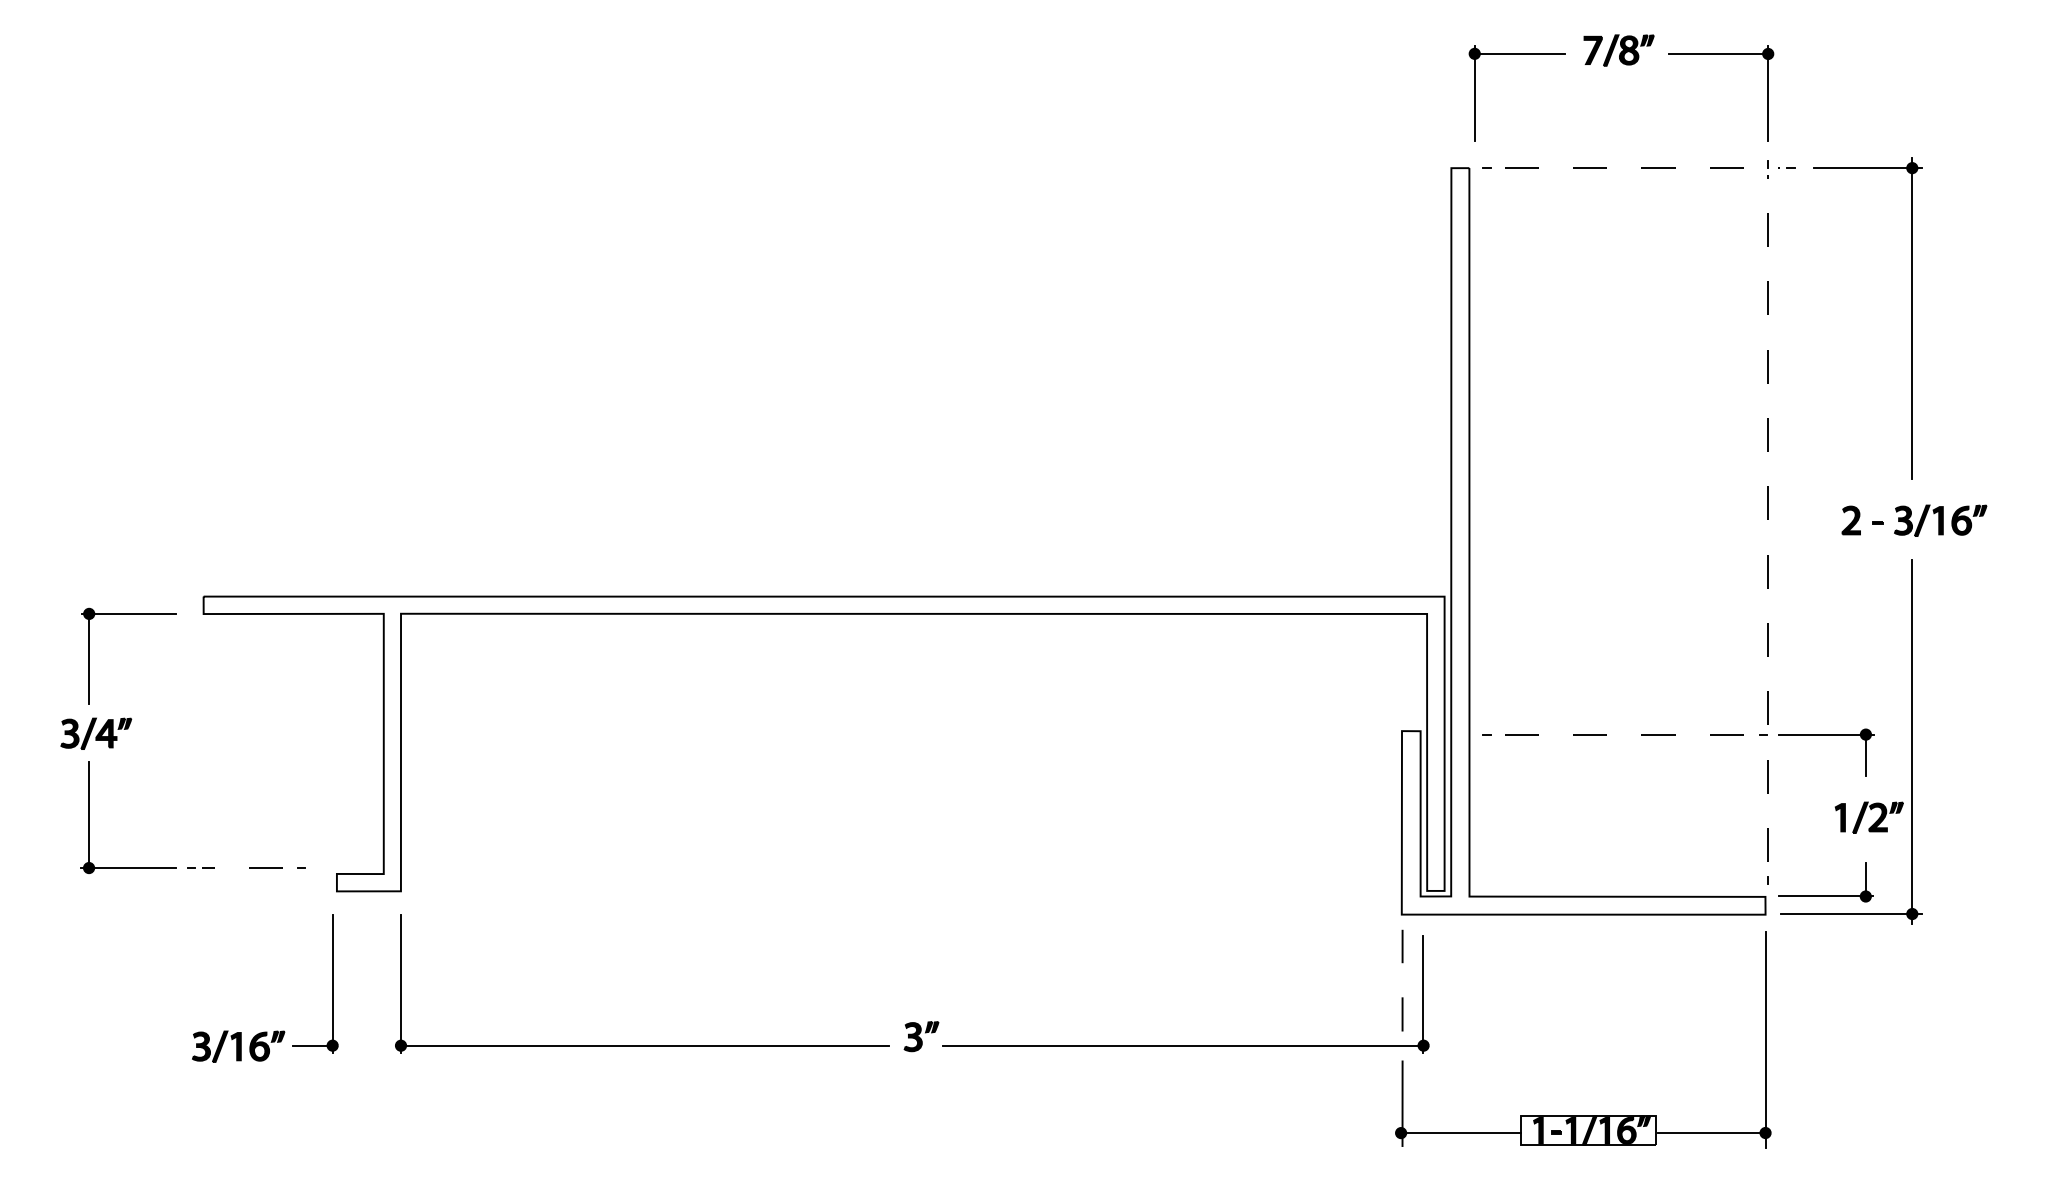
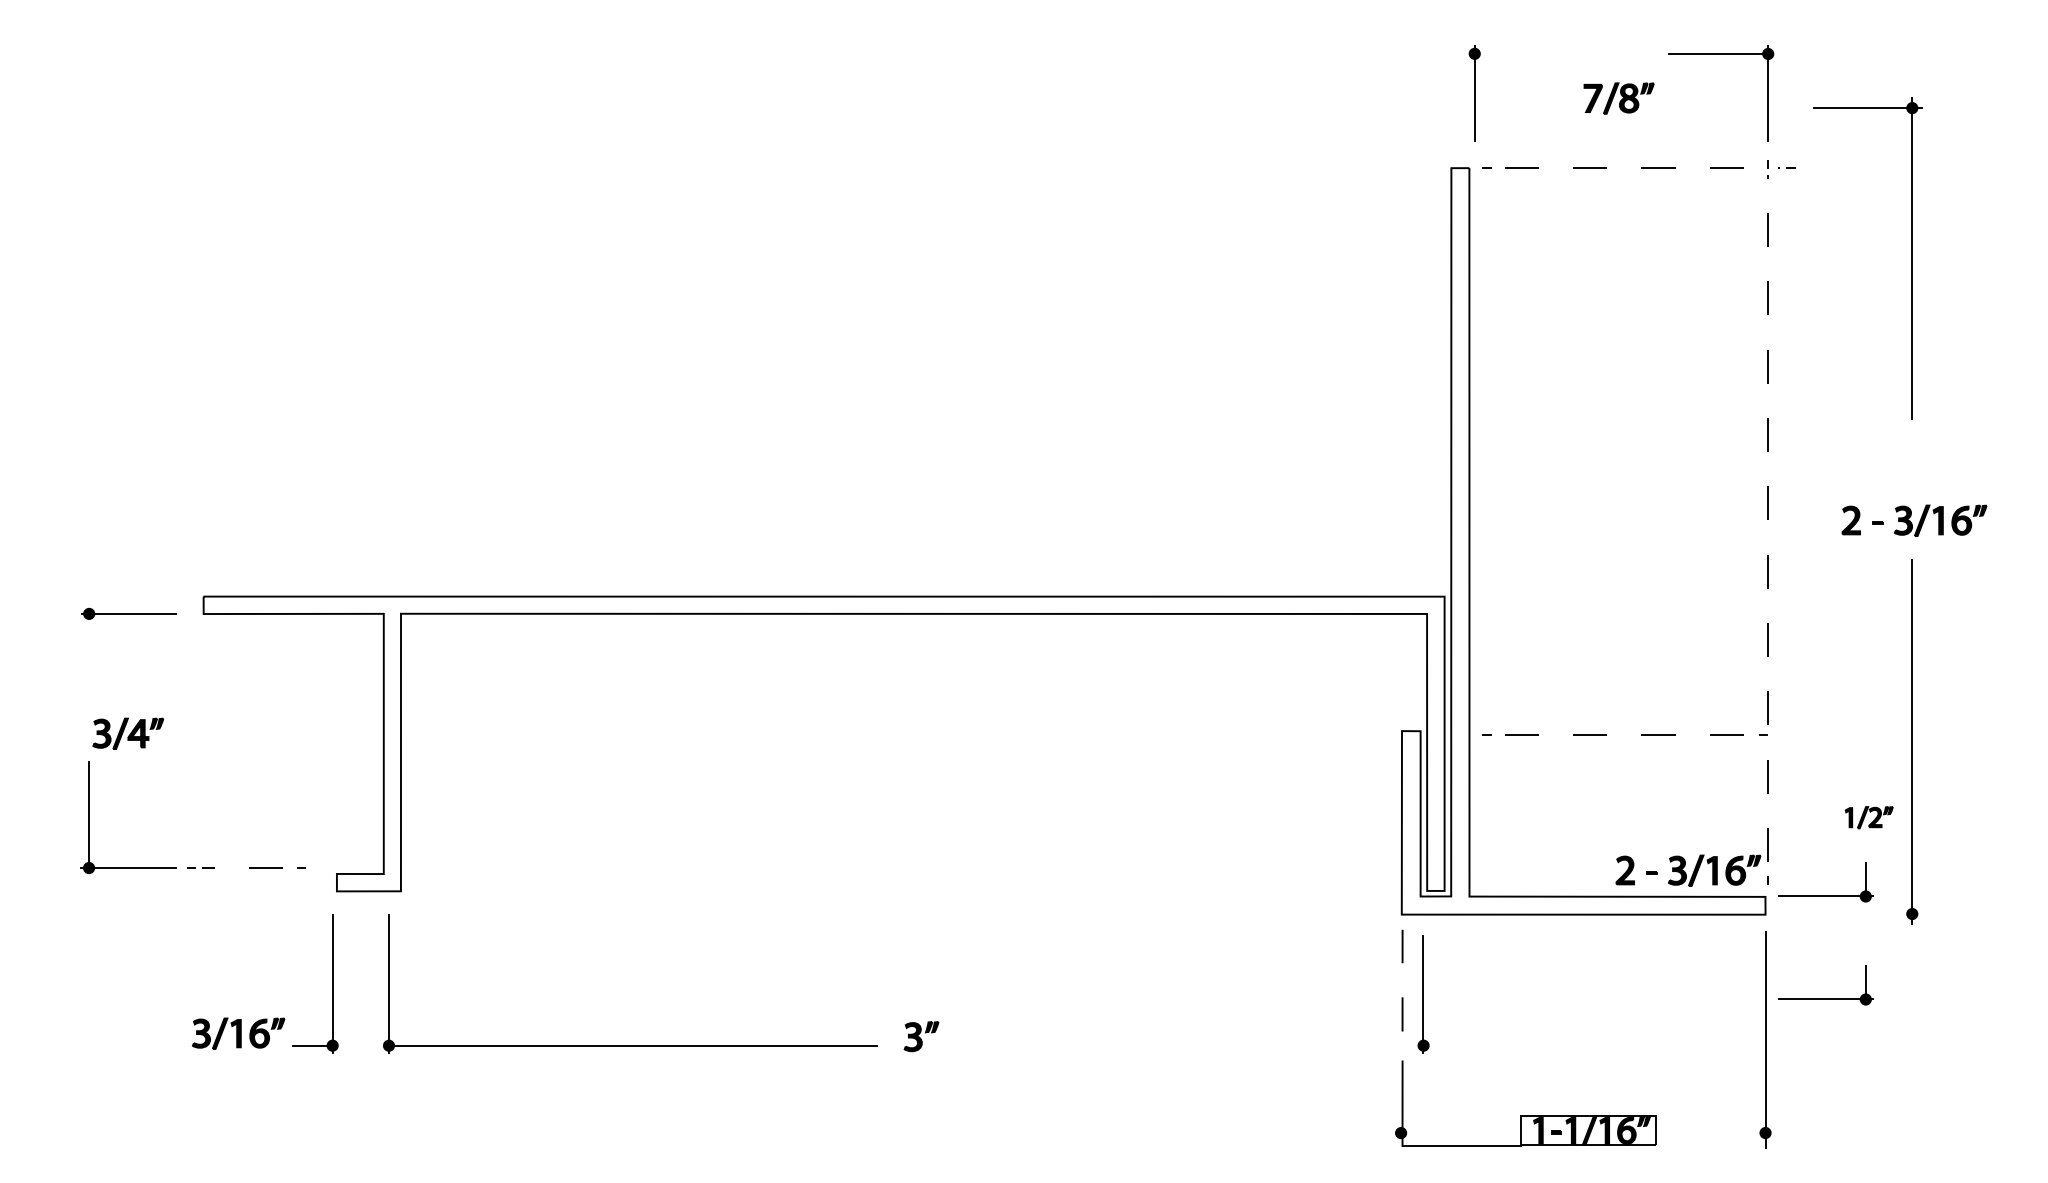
part at (1618, 50) position: (1618, 50) -> (1618, 98)
line at (1519, 53): present -> none
part at (1911, 318) position: (1911, 318) -> (1911, 258)
line at (89, 658): present -> none
part at (96, 733) position: (96, 733) -> (128, 733)
part at (1826, 735): present -> none
part at (1868, 817) size: 70x33 px -> 50x24 px
part at (1688, 870): none -> present
line at (1851, 913): present -> none
part at (1825, 998): none -> present
part at (642, 1045) position: (642, 1045) -> (630, 1045)
line at (1183, 1045): present -> none
part at (238, 1046) position: (238, 1046) -> (238, 1033)
line at (1462, 1133) position: (1462, 1133) -> (1462, 1146)
line at (1710, 1133): present -> none
